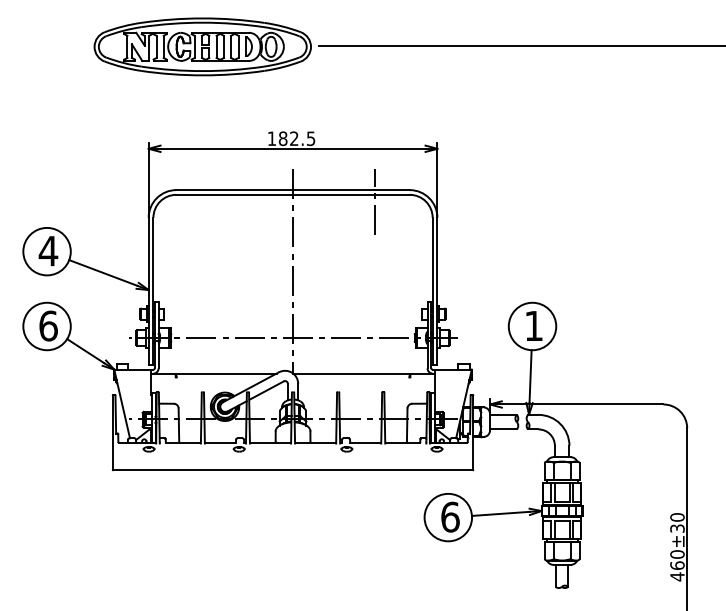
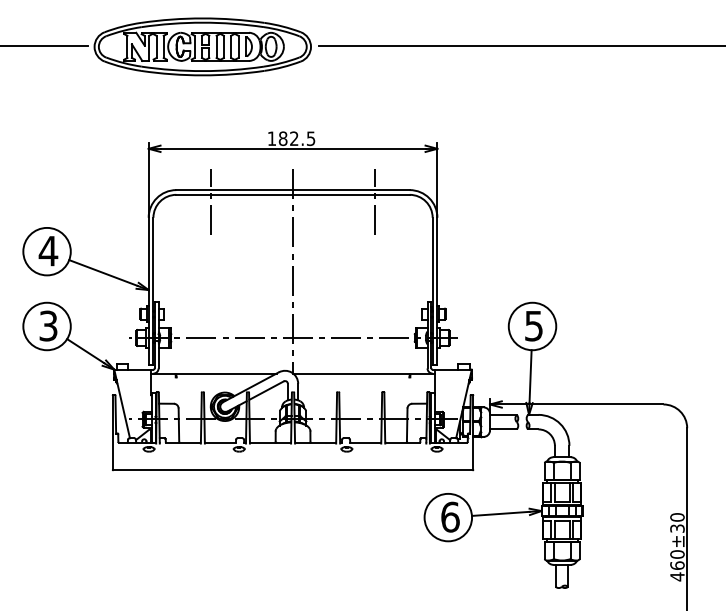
line at (45, 45): none -> present
line at (210, 202): none -> present
text at (48, 325): 6 -> 3
text at (533, 326): 1 -> 5
